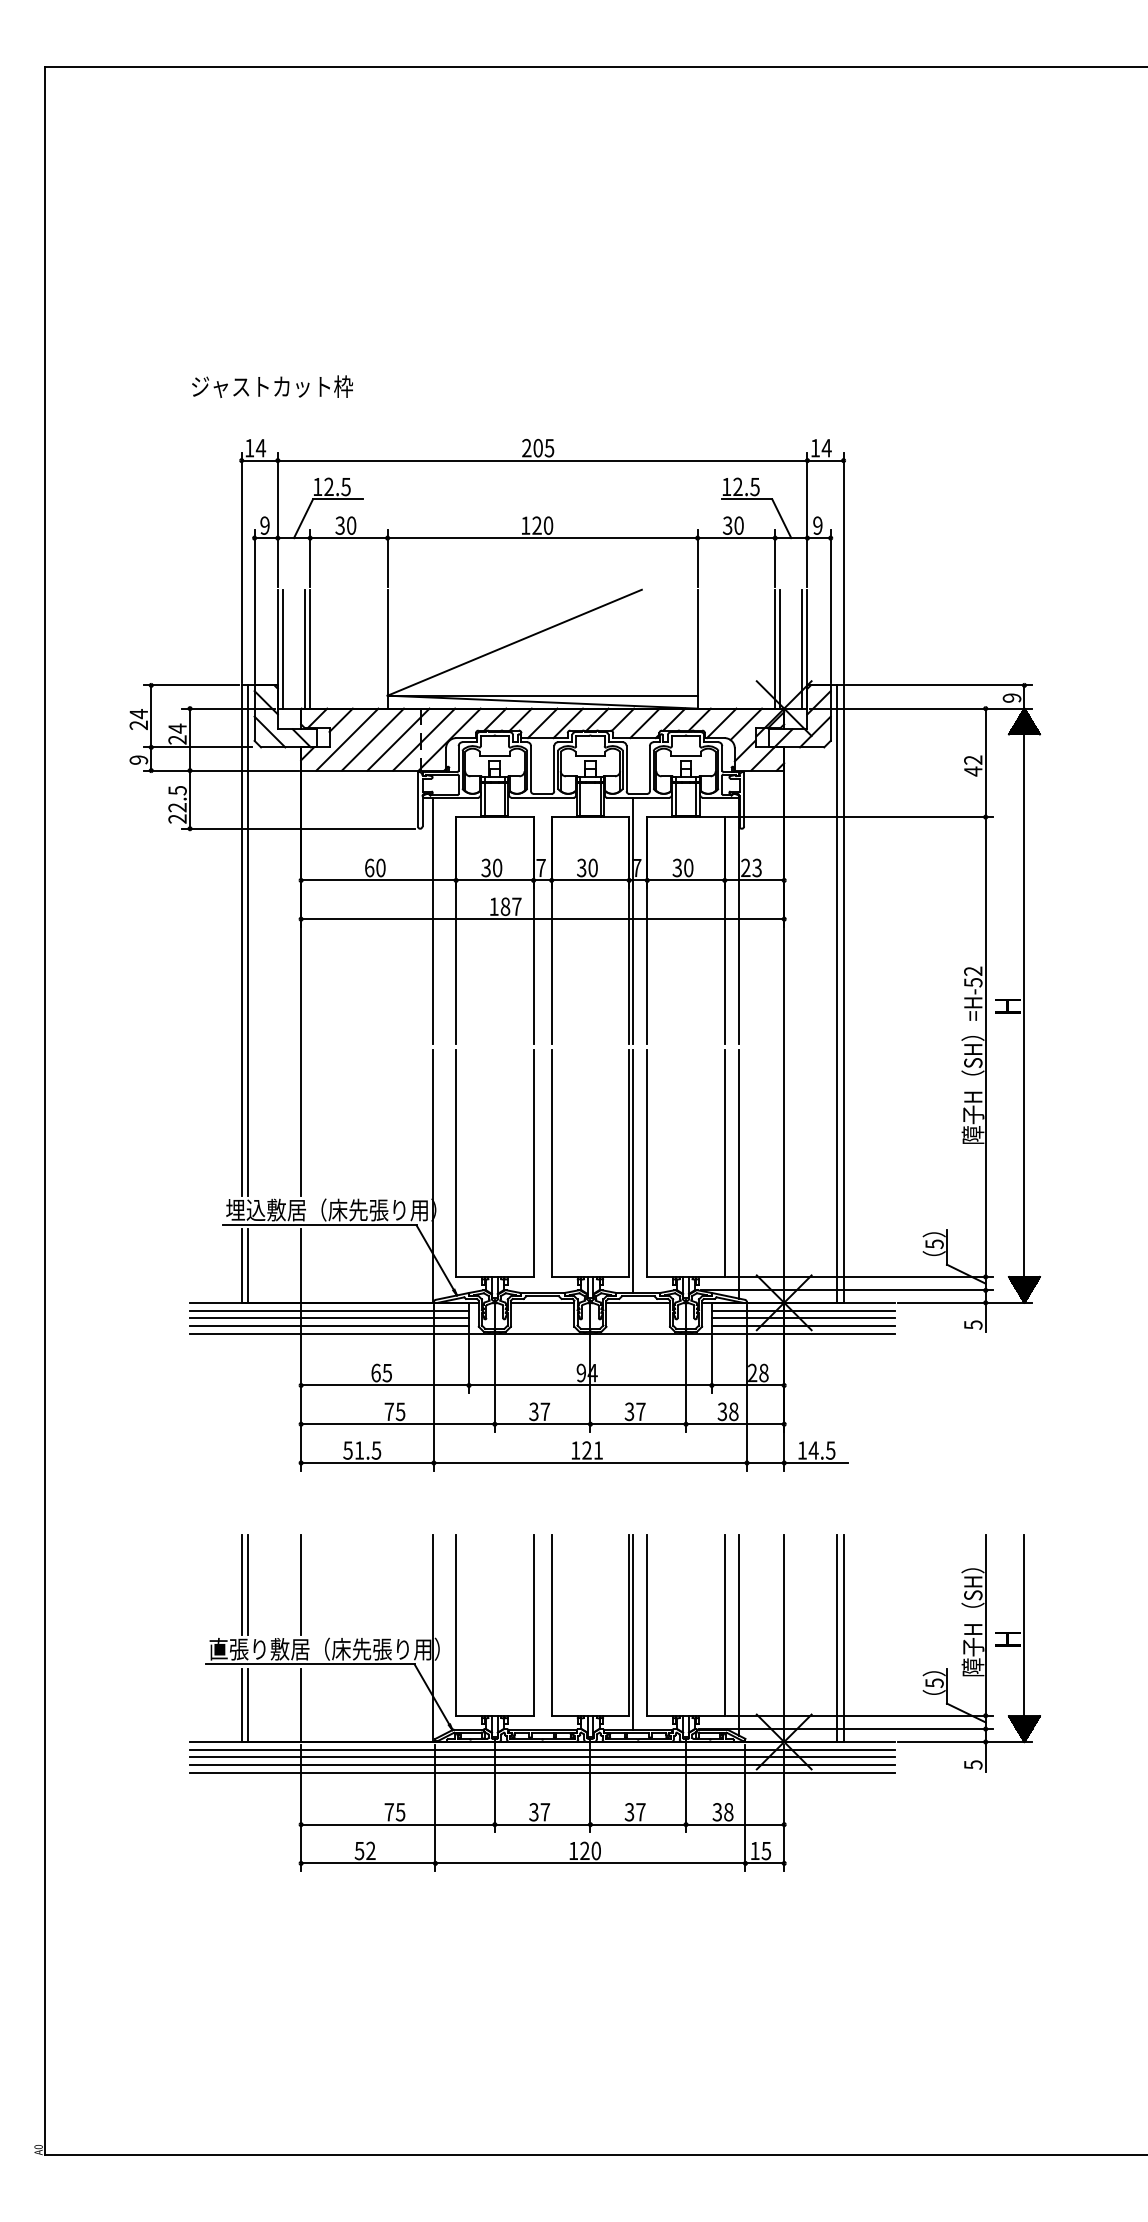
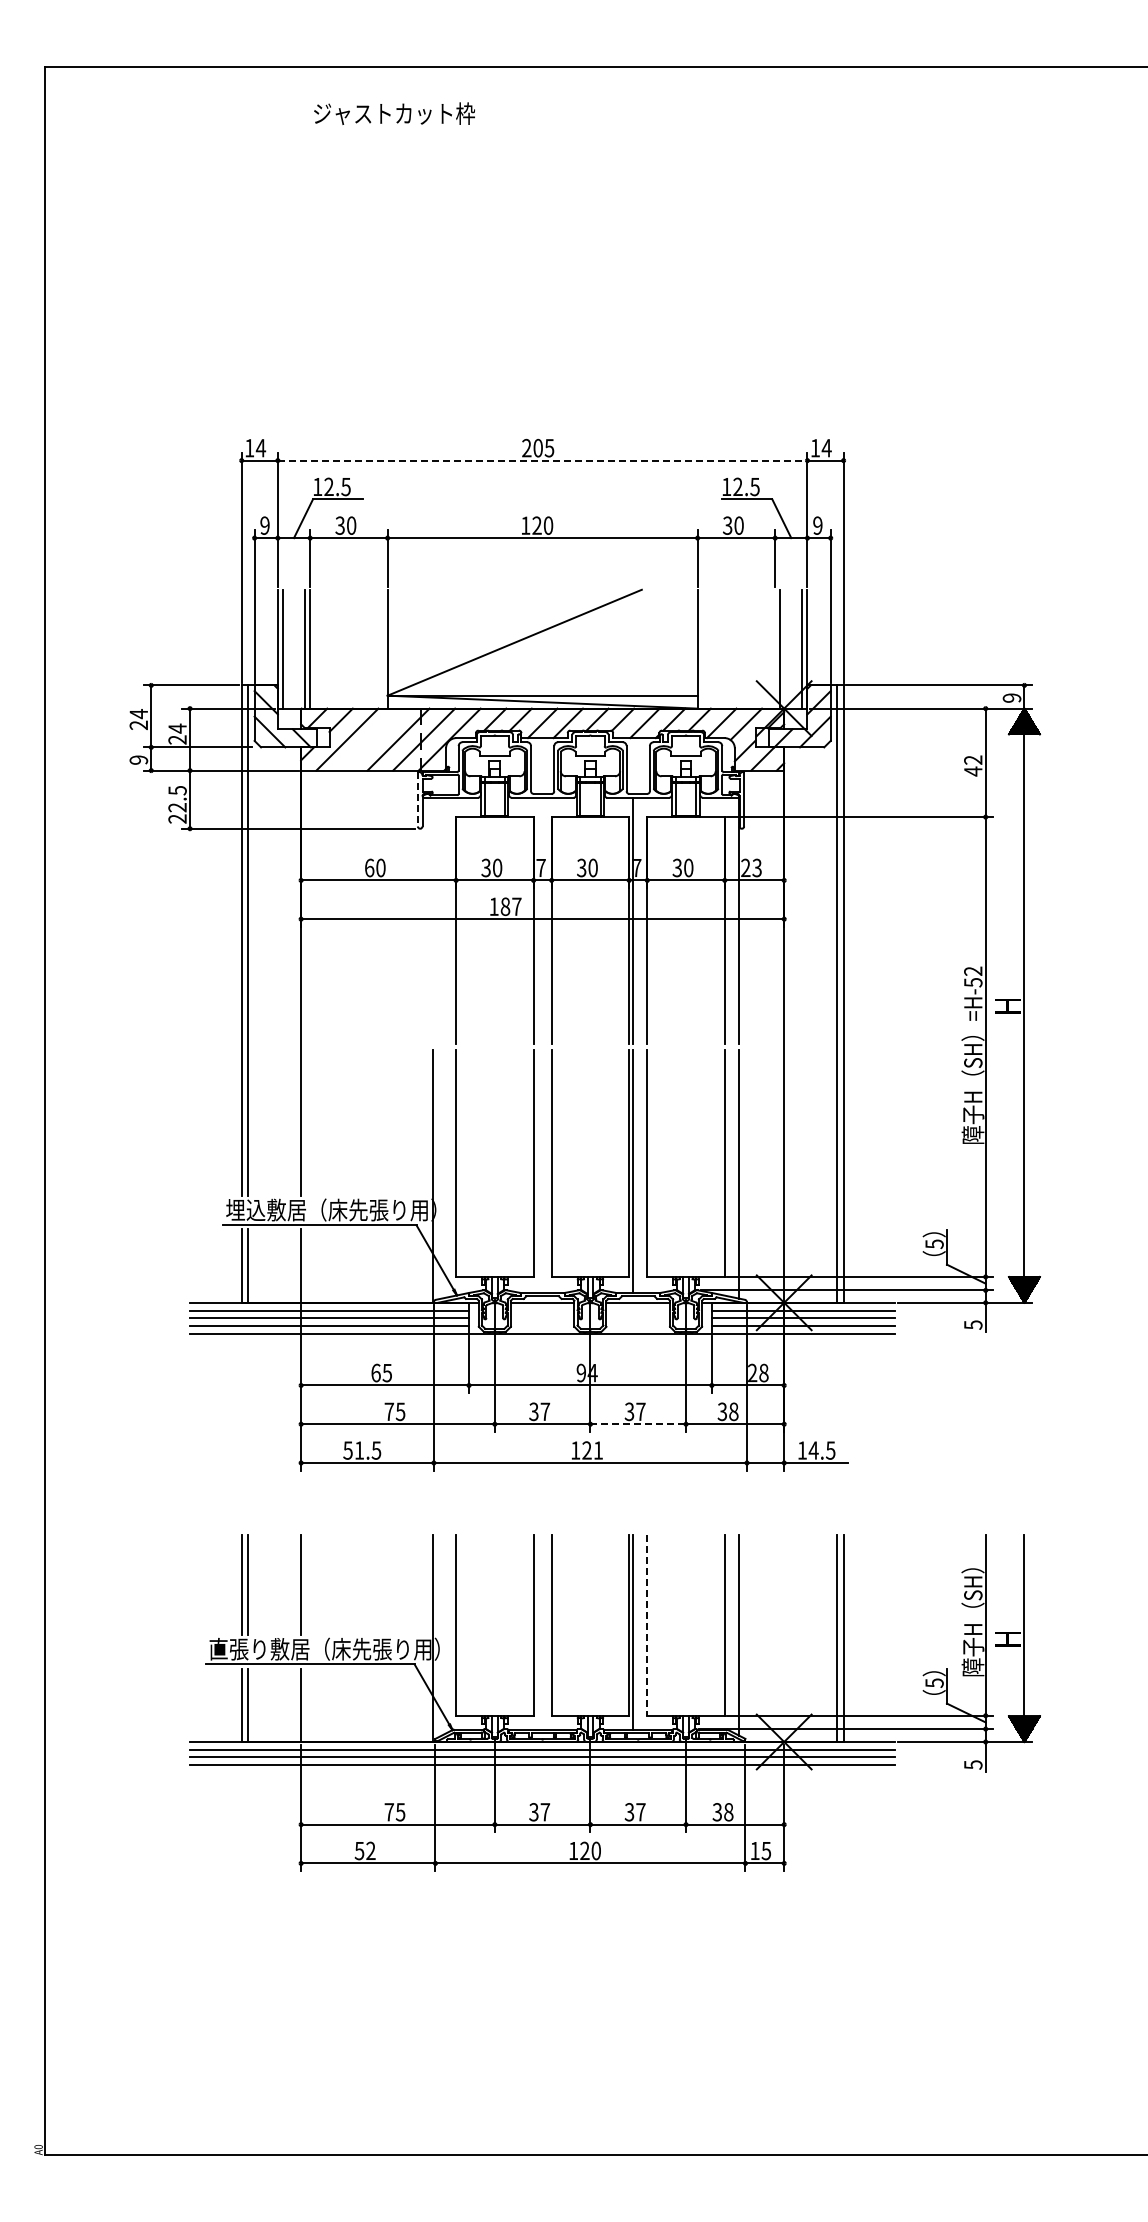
text at (272, 386) position: (272, 386) -> (394, 113)
line at (542, 460): solid -> dashed
line at (775, 648): present -> none
line at (372, 739): present -> none
line at (417, 799): solid -> dashed
line at (432, 920): present -> none
line at (638, 1424): solid -> dashed
line at (647, 1626): solid -> dashed
line at (784, 1638): present -> none
line at (542, 1772): present -> none
